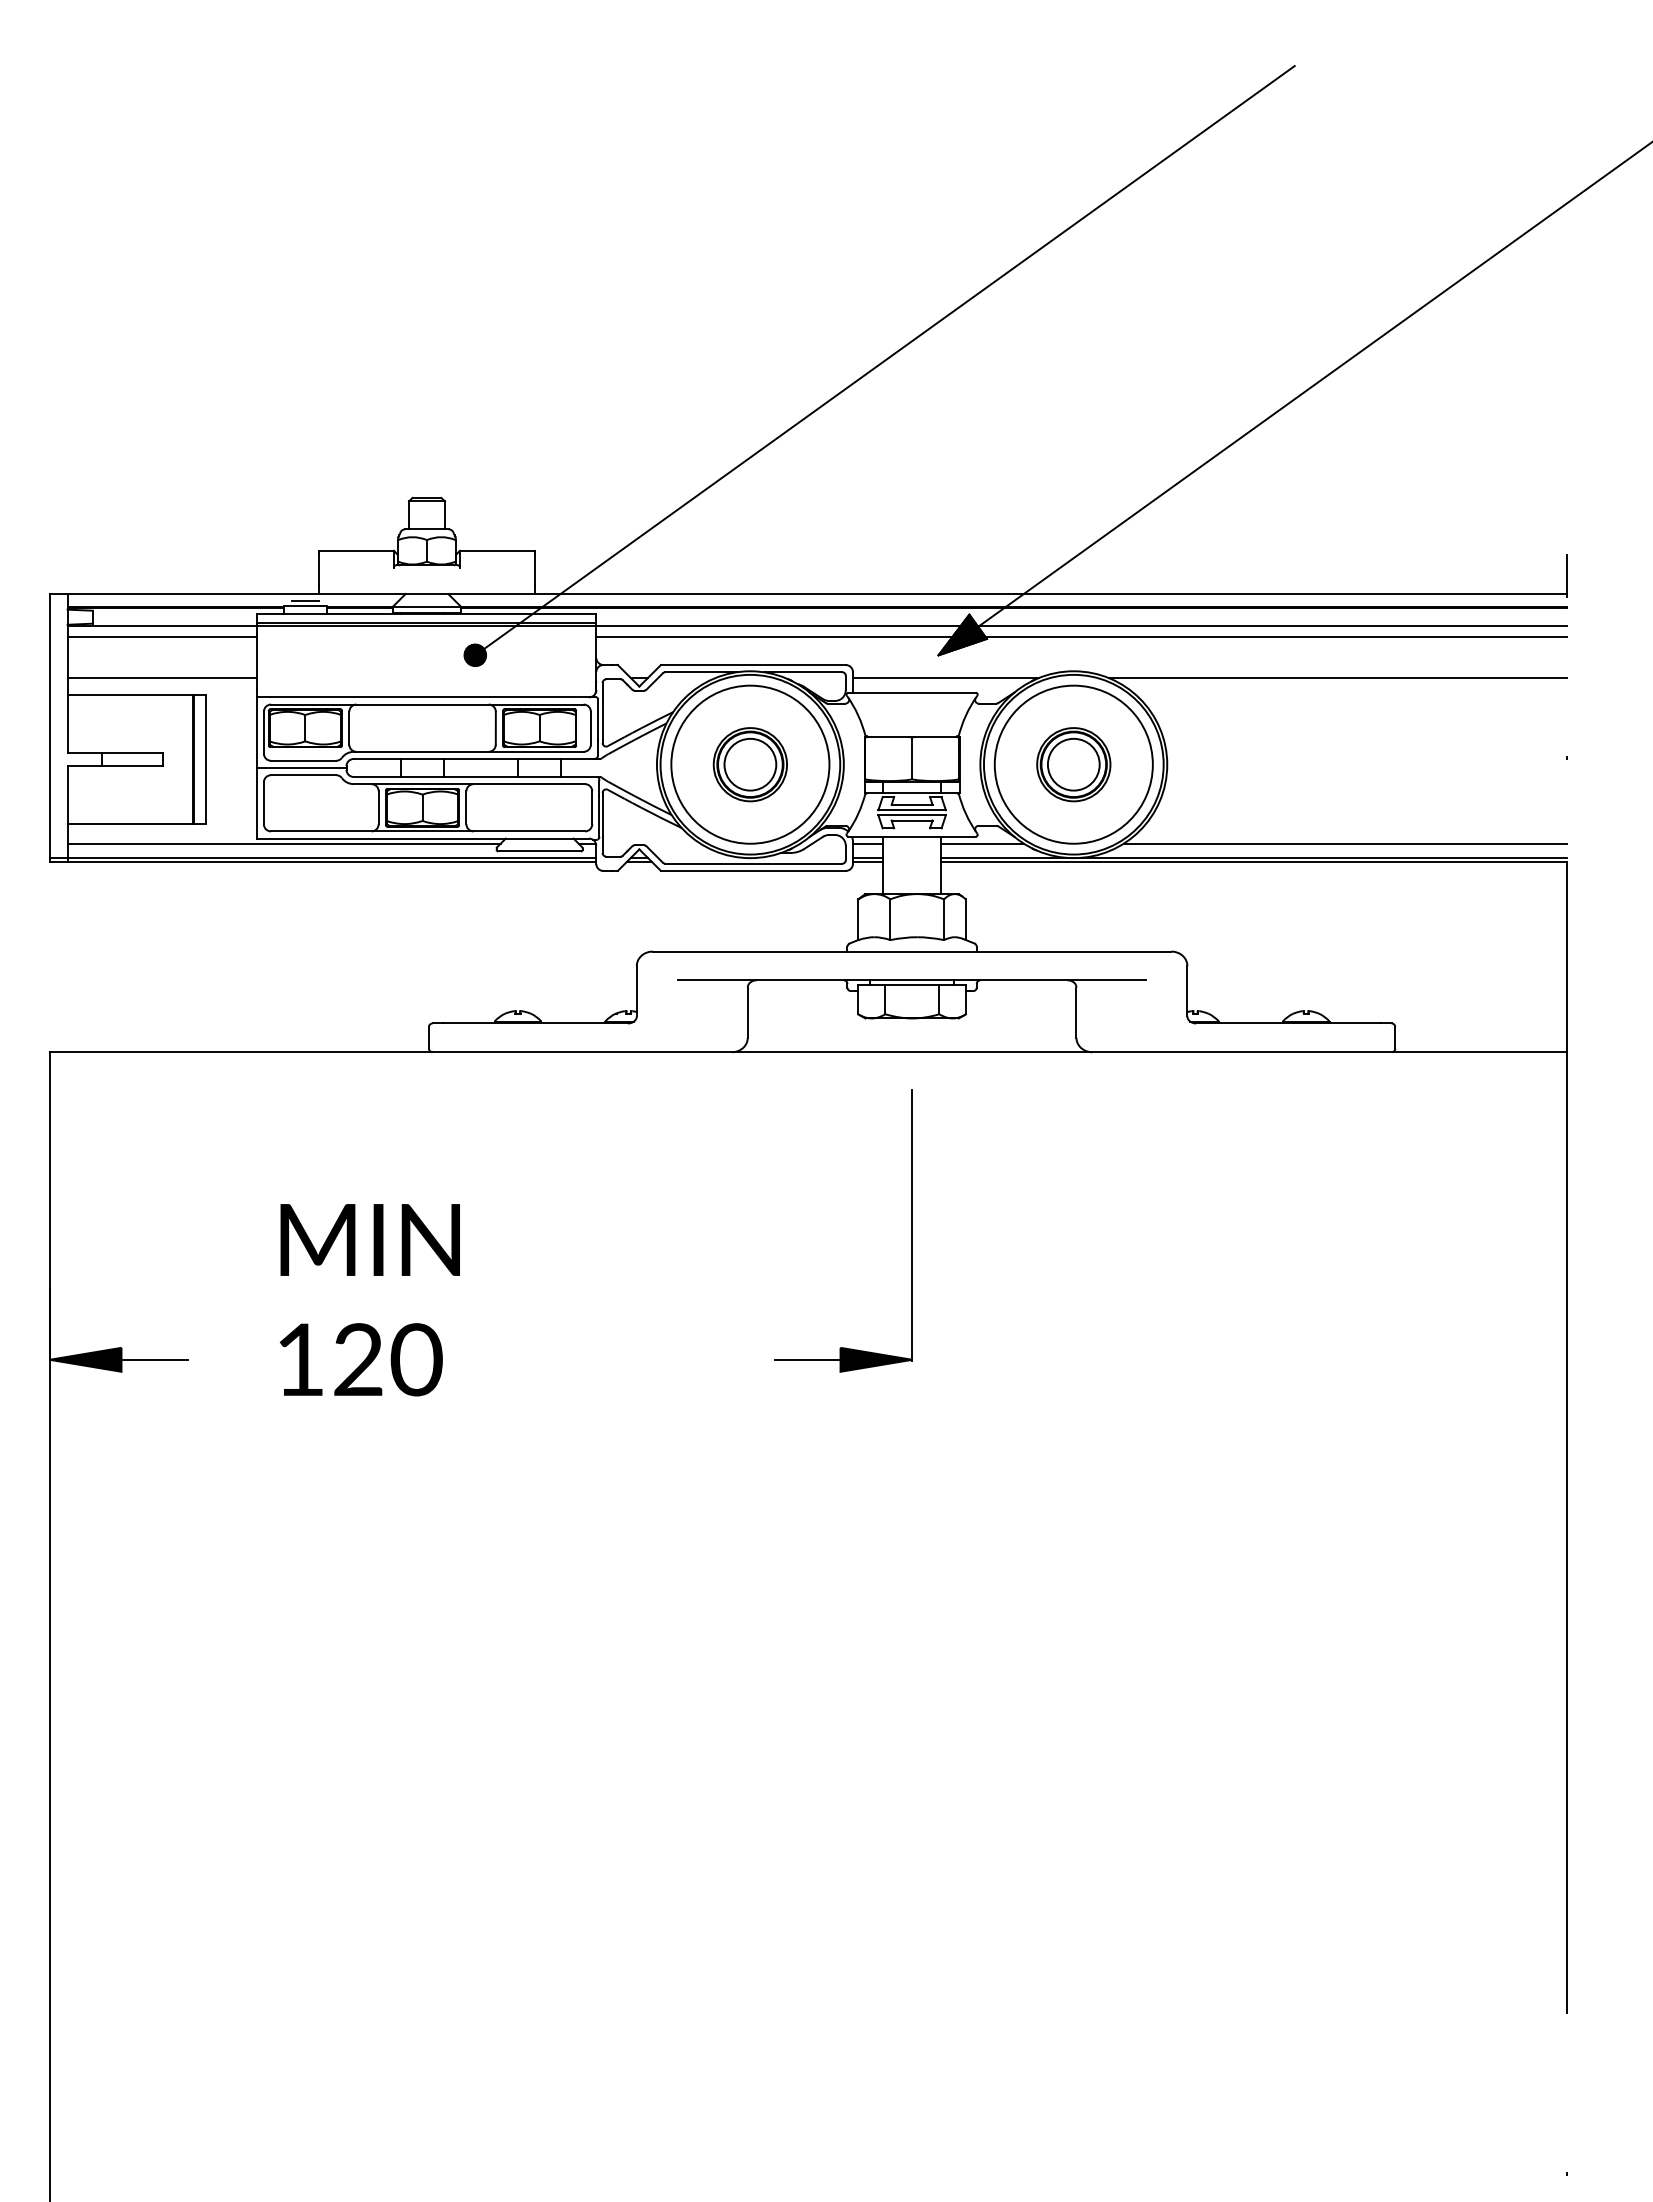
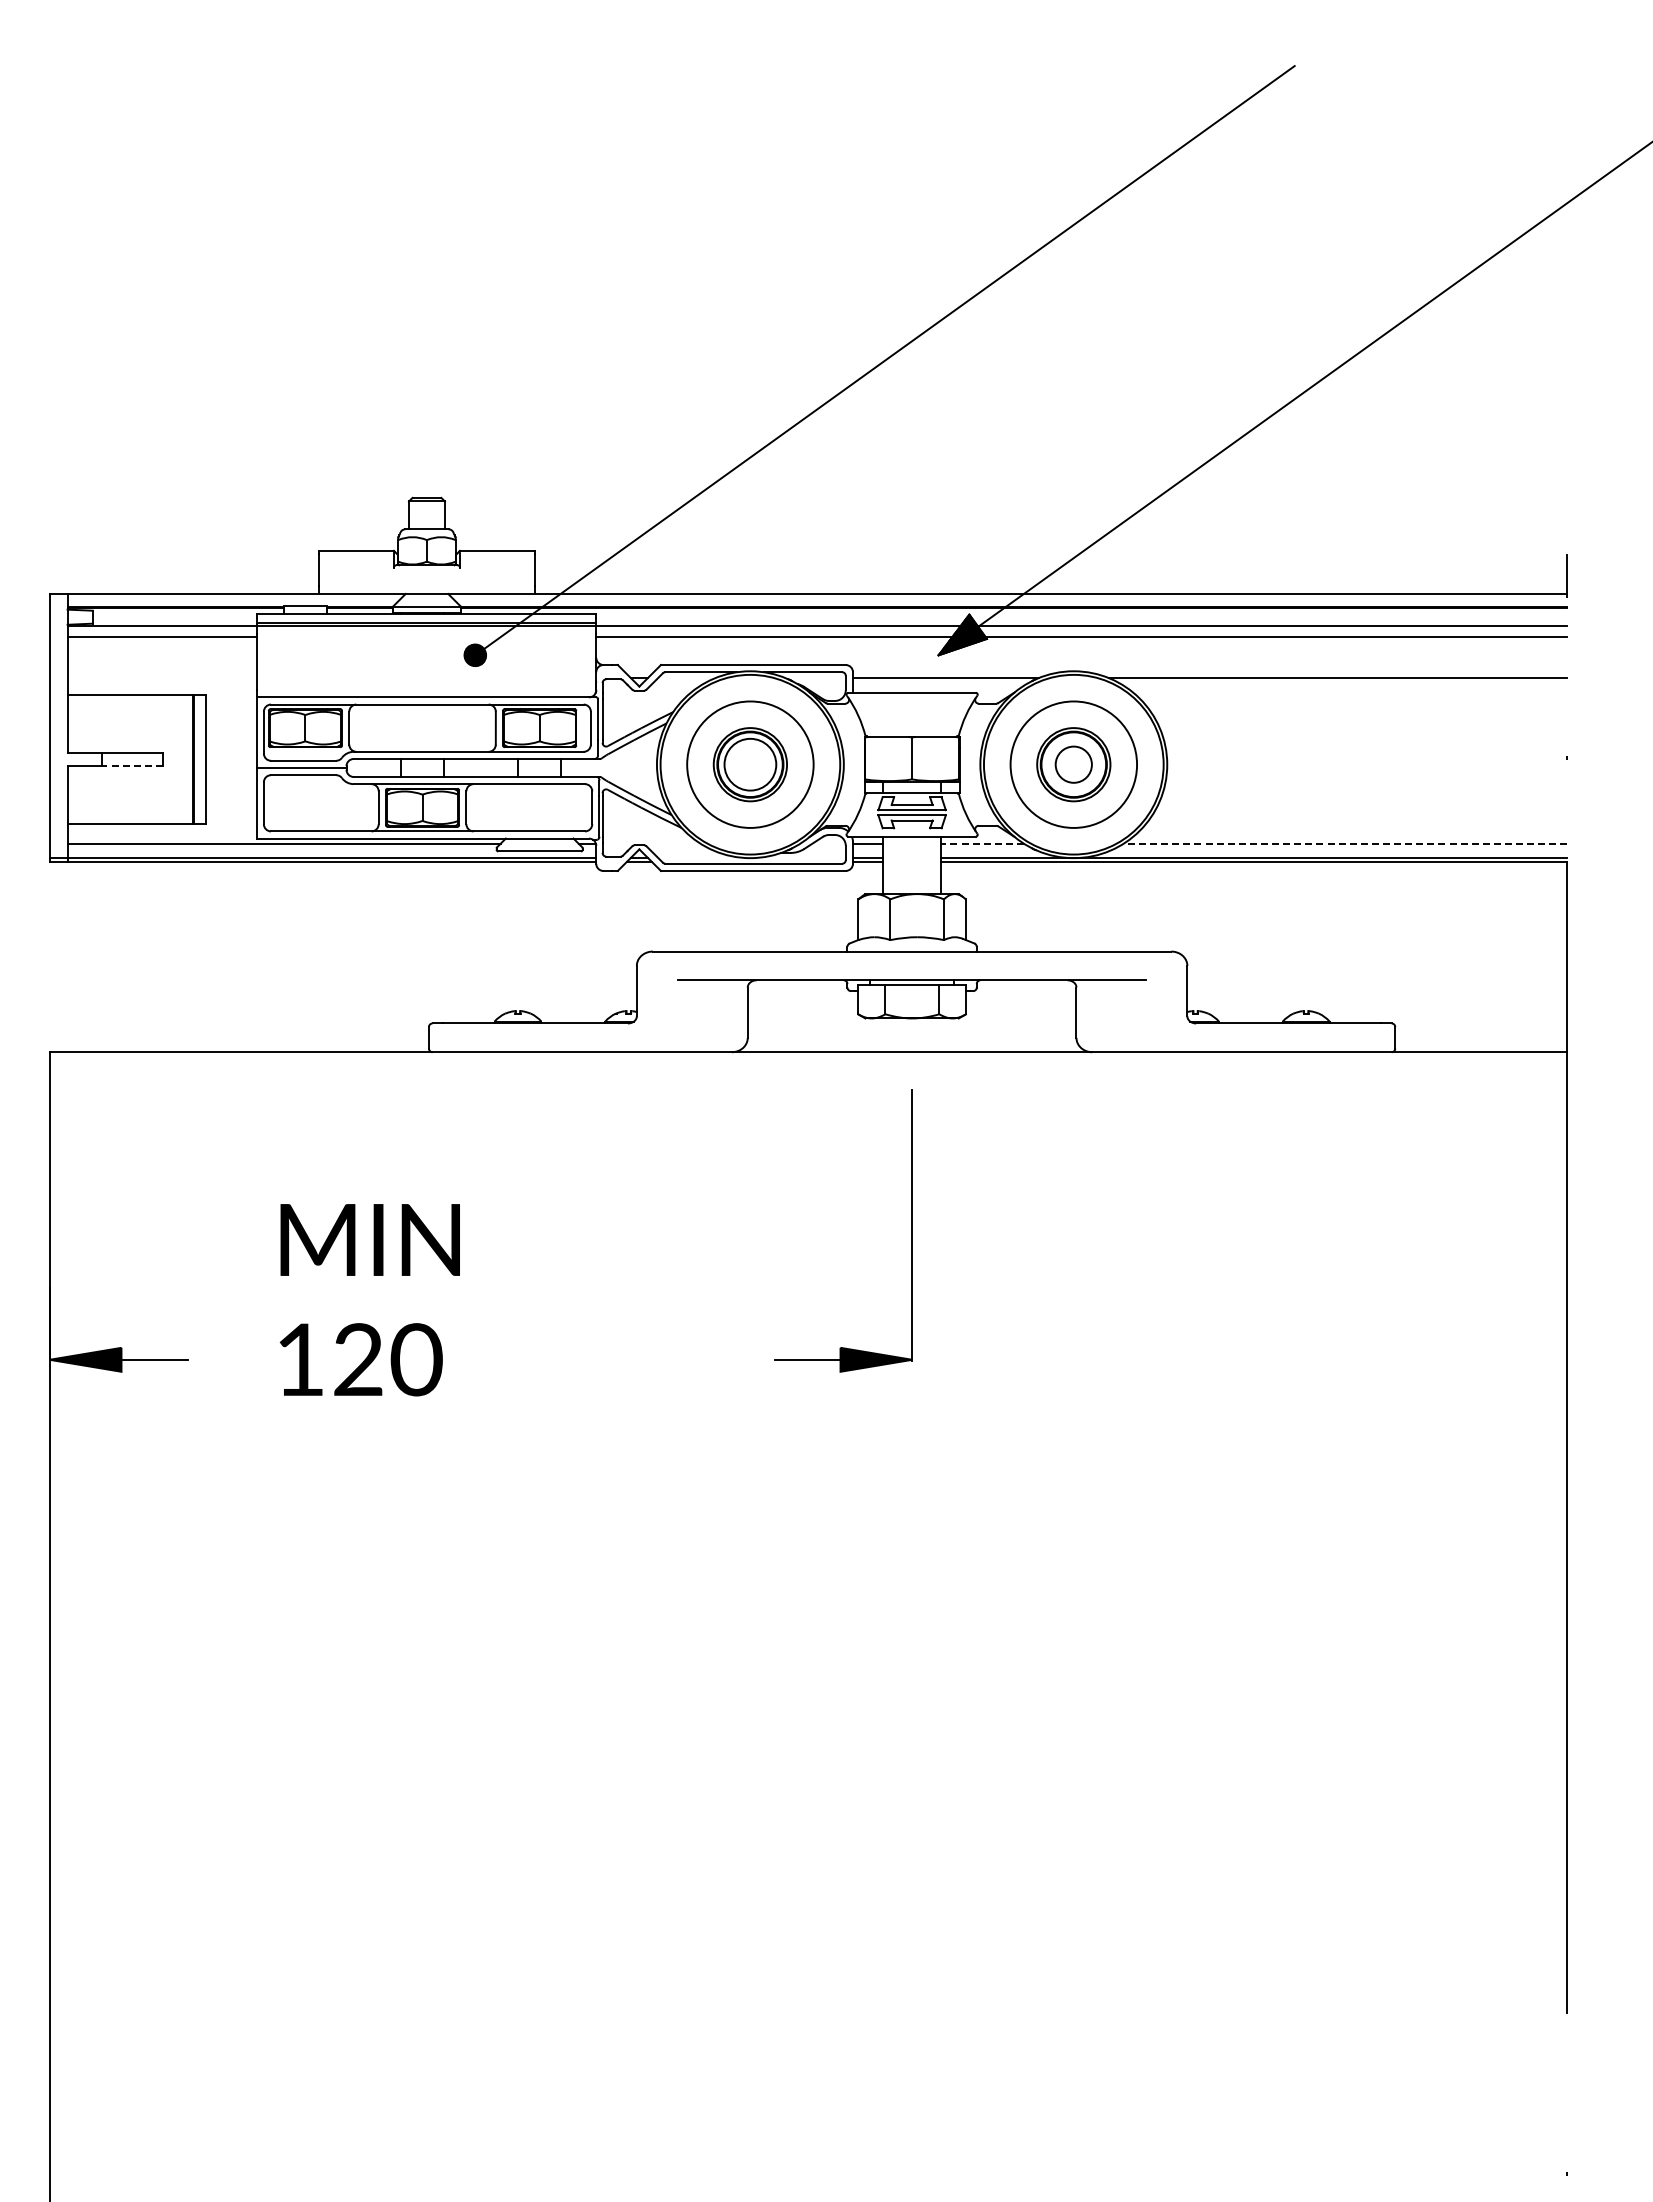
line at (305, 601): present -> none
line at (161, 678): present -> none
circle at (750, 764) diameter: 158 px -> 126 px
circle at (1073, 764) diameter: 158 px -> 126 px
circle at (1073, 764) diameter: 52 px -> 36 px
line at (132, 765): solid -> dashed
line at (982, 843): solid -> dashed
line at (1345, 843): solid -> dashed
